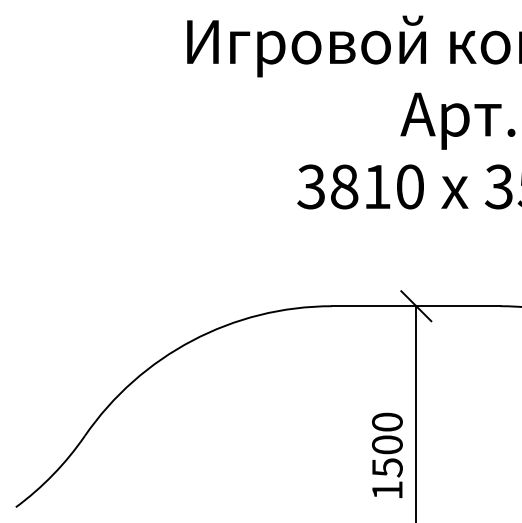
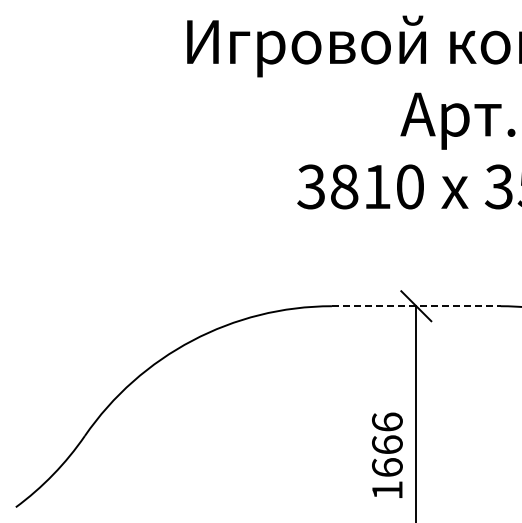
line at (416, 306): solid -> dashed
text at (387, 444): 1500 -> 1666
